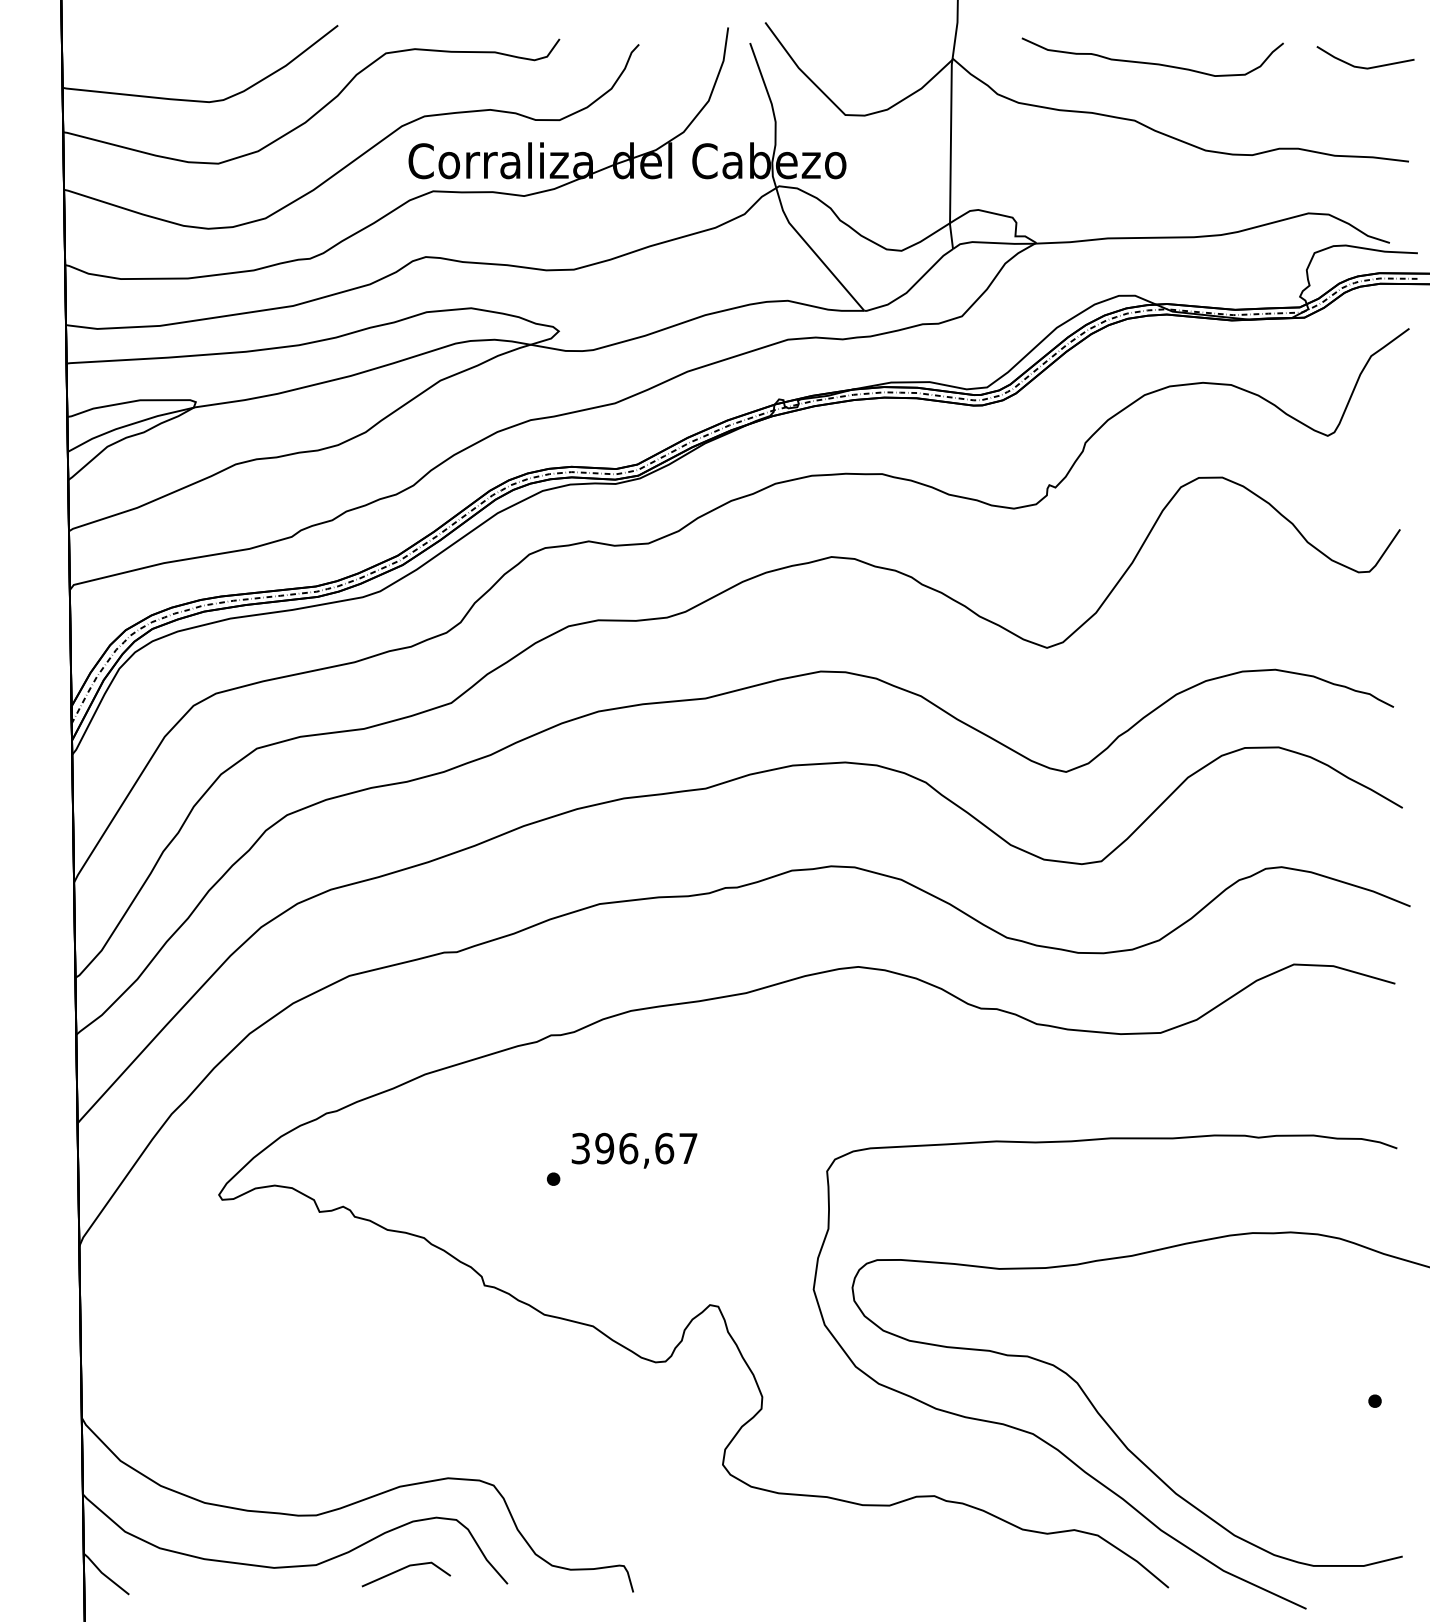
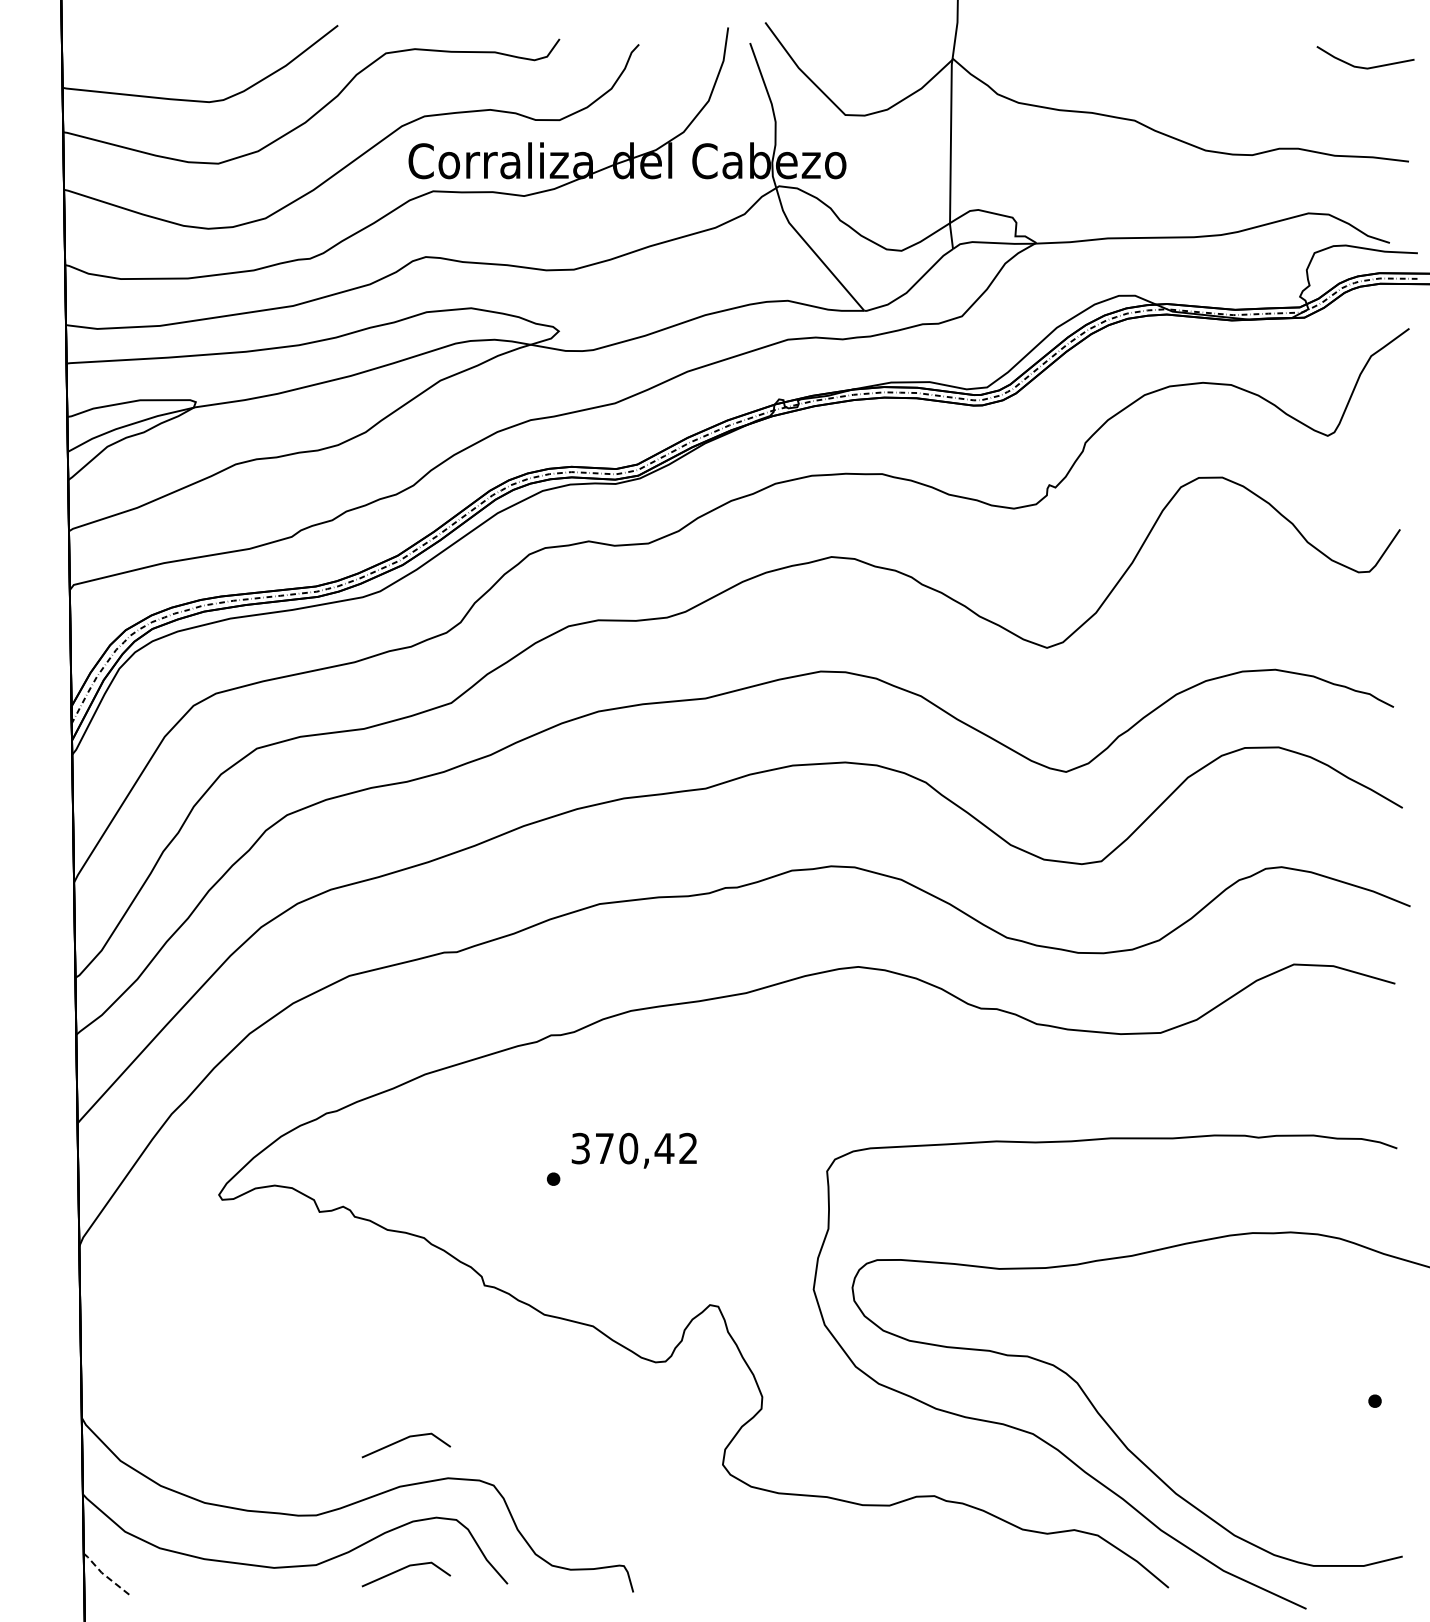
curve at (1152, 62): present -> none
text at (646, 1148): 396,67 -> 370,42
line at (403, 1440): none -> present
line at (103, 1574): solid -> dashed
